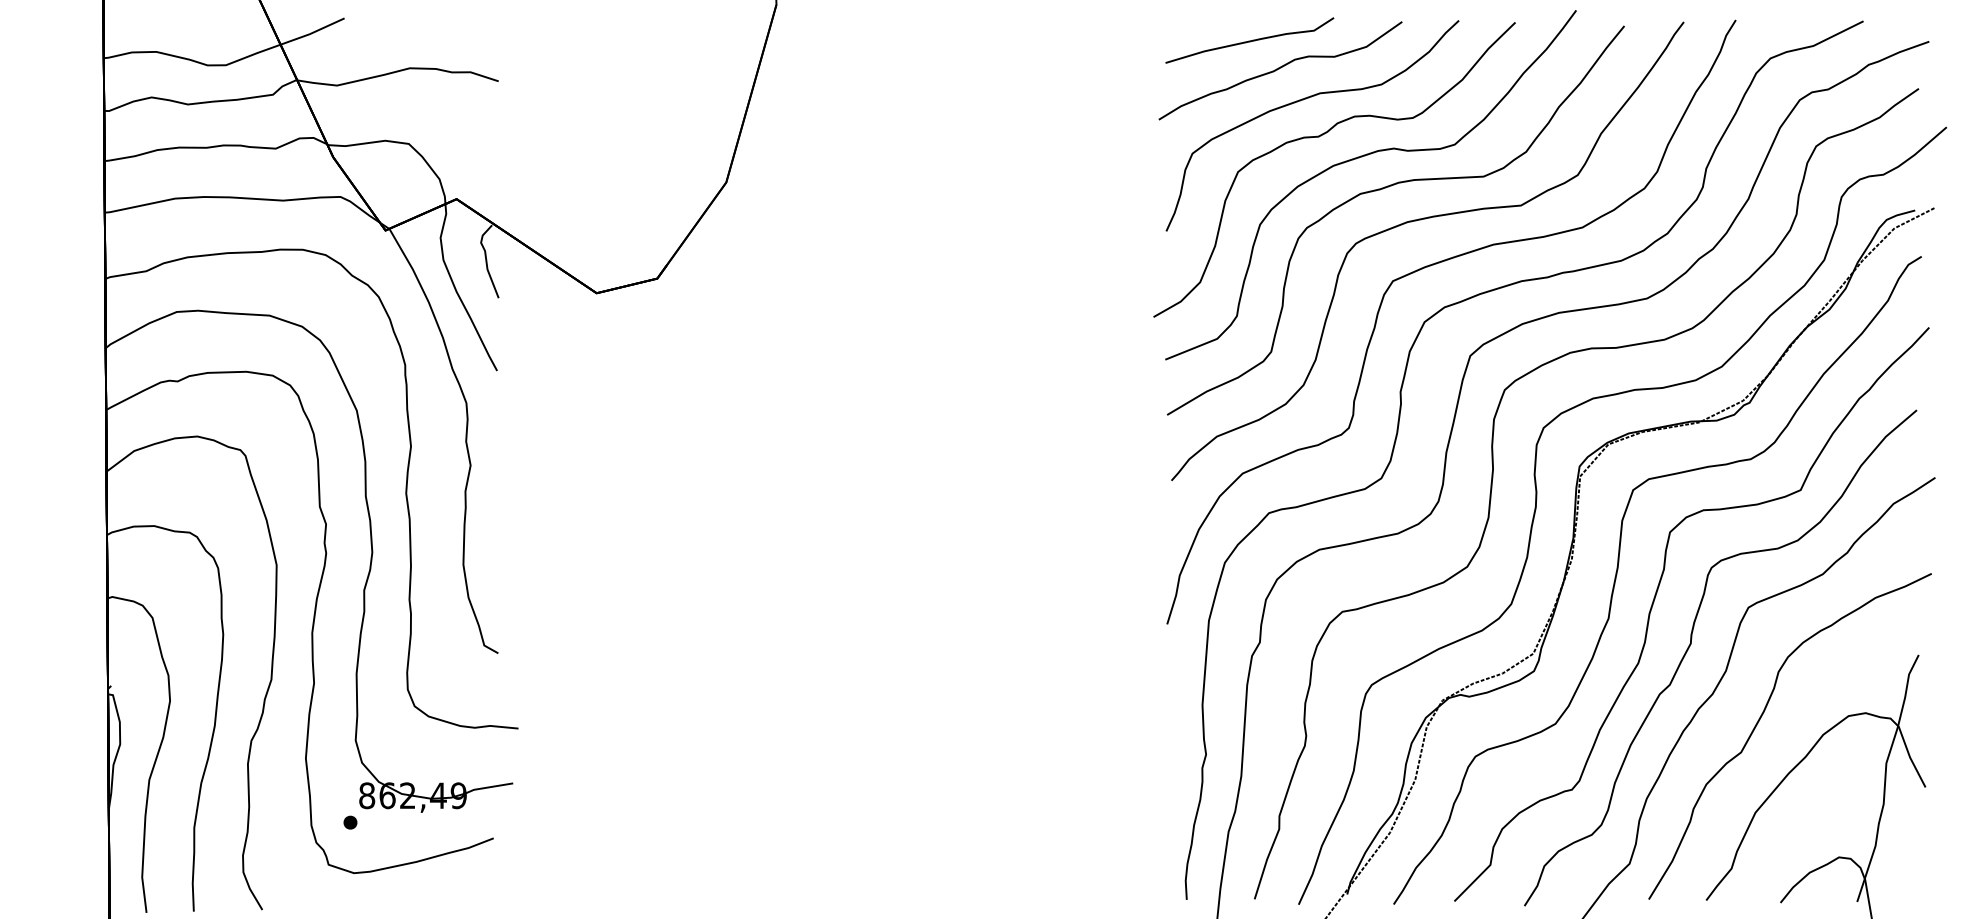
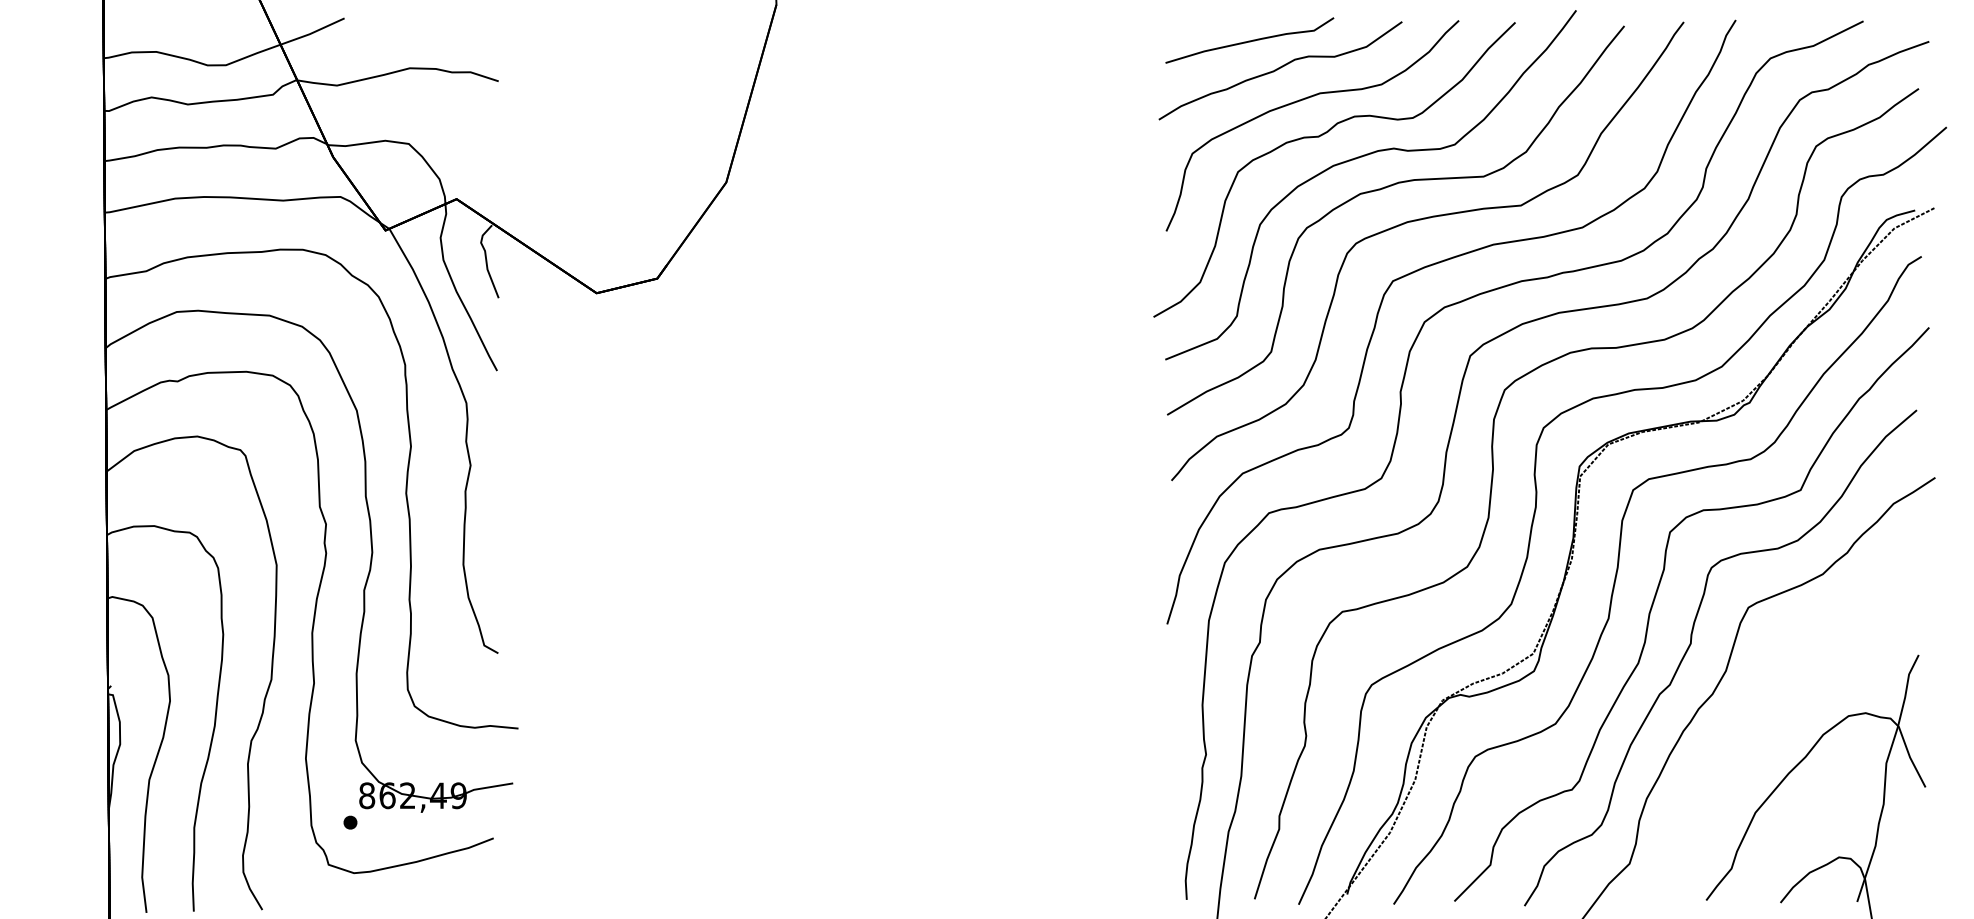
part at (1761, 718): present -> none
